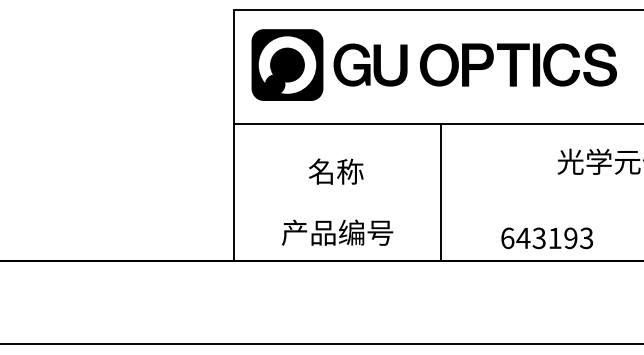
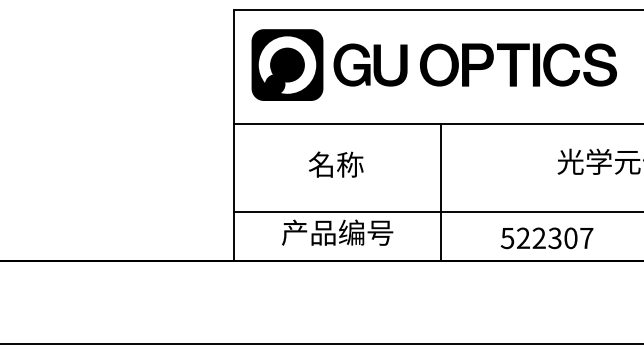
text at (335, 171) position: (335, 171) -> (335, 164)
line at (437, 211): none -> present
text at (546, 238): 643193 -> 522307
